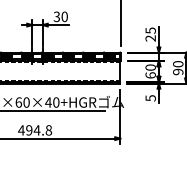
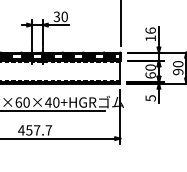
text at (150, 34): 25 -> 16
text at (39, 130): 494.8 -> 457.7
